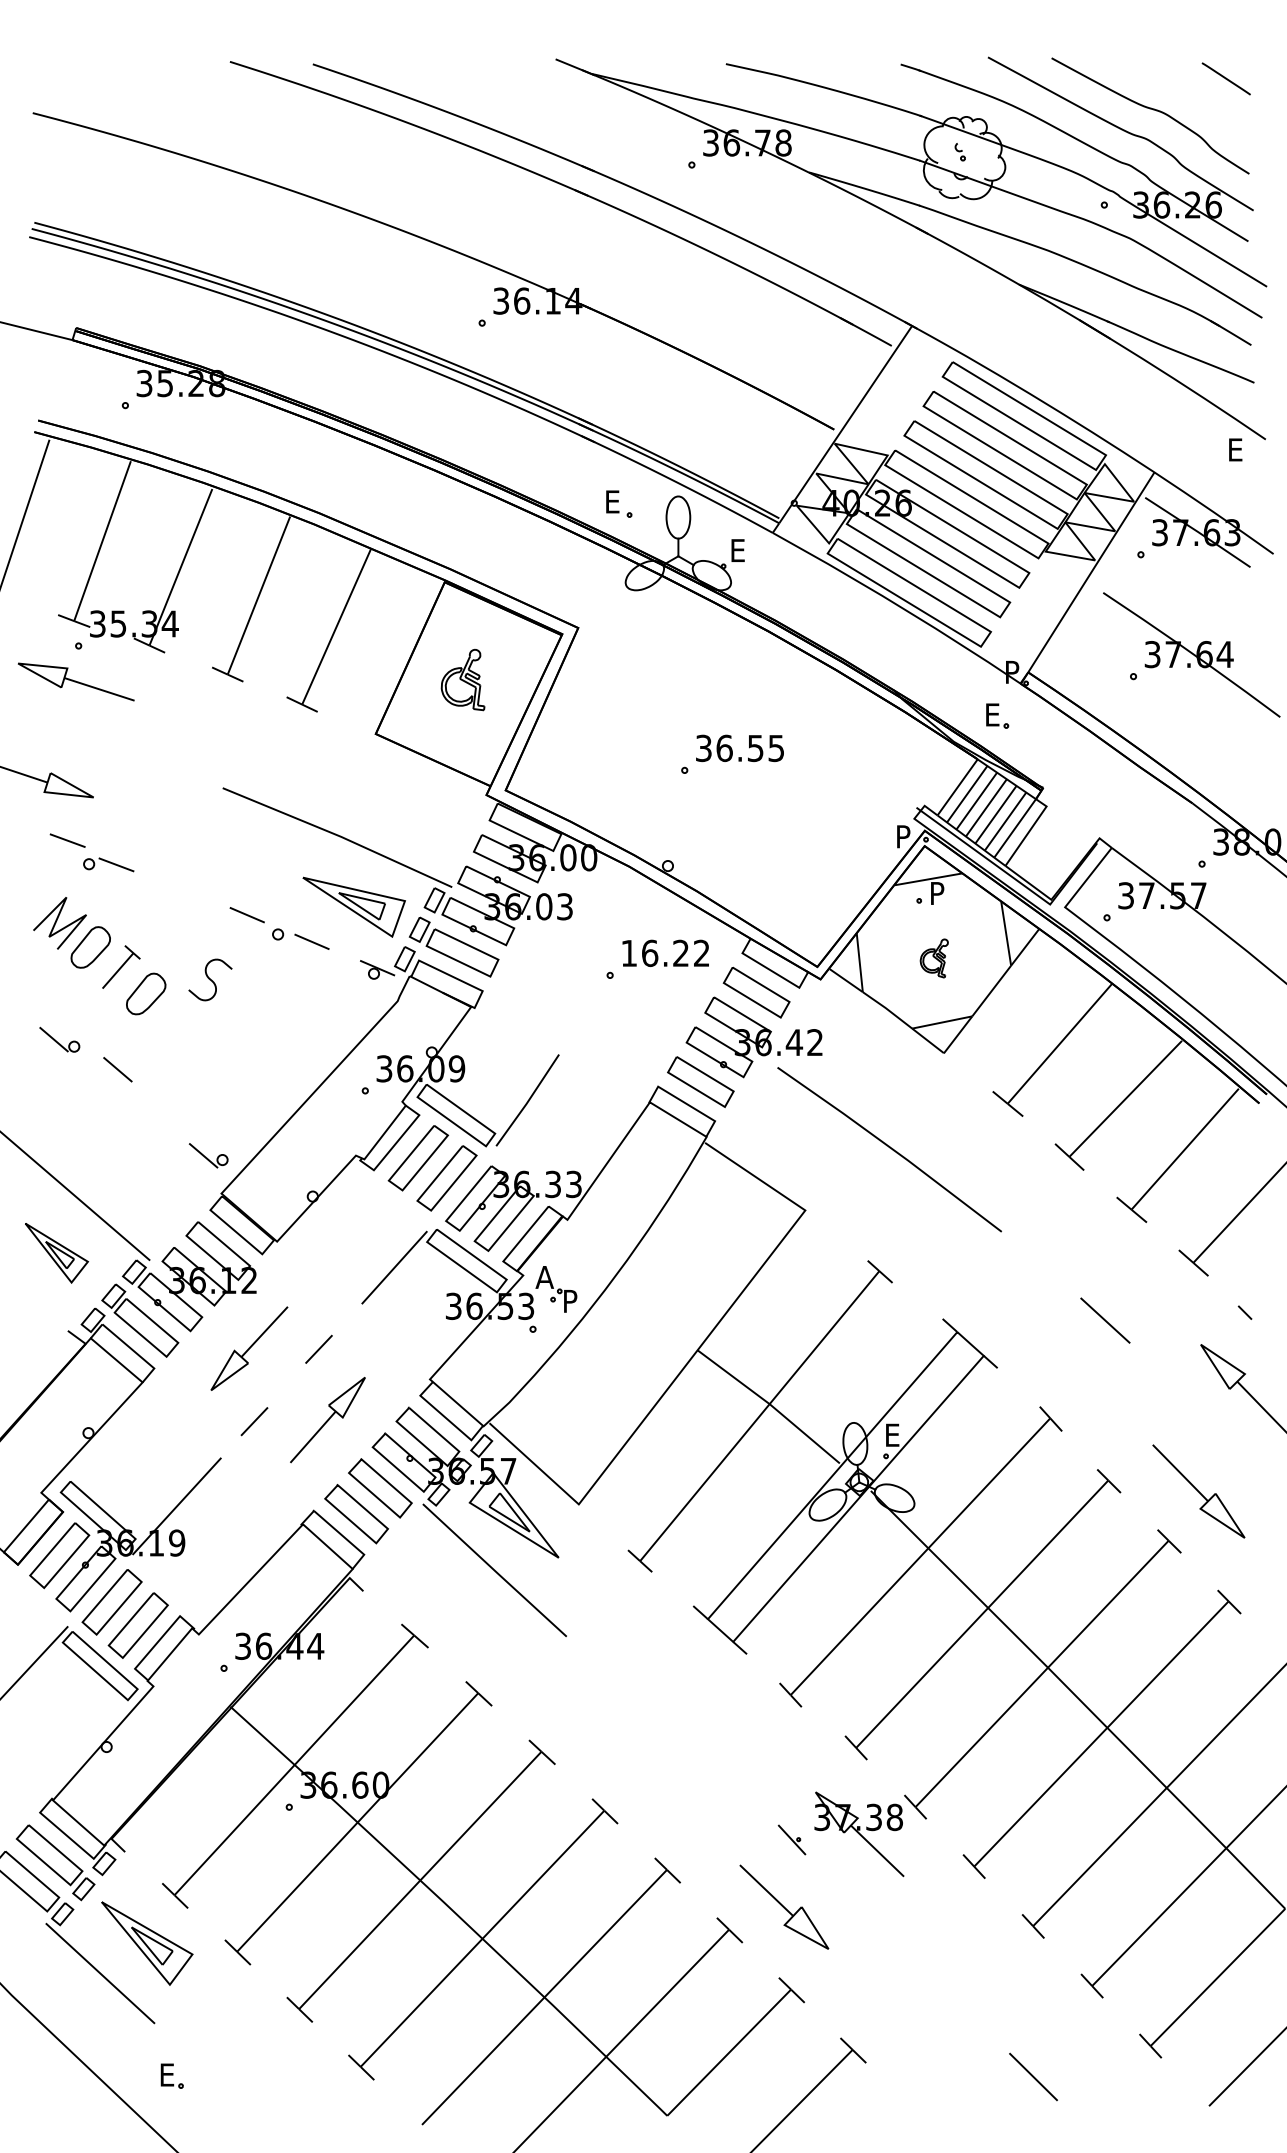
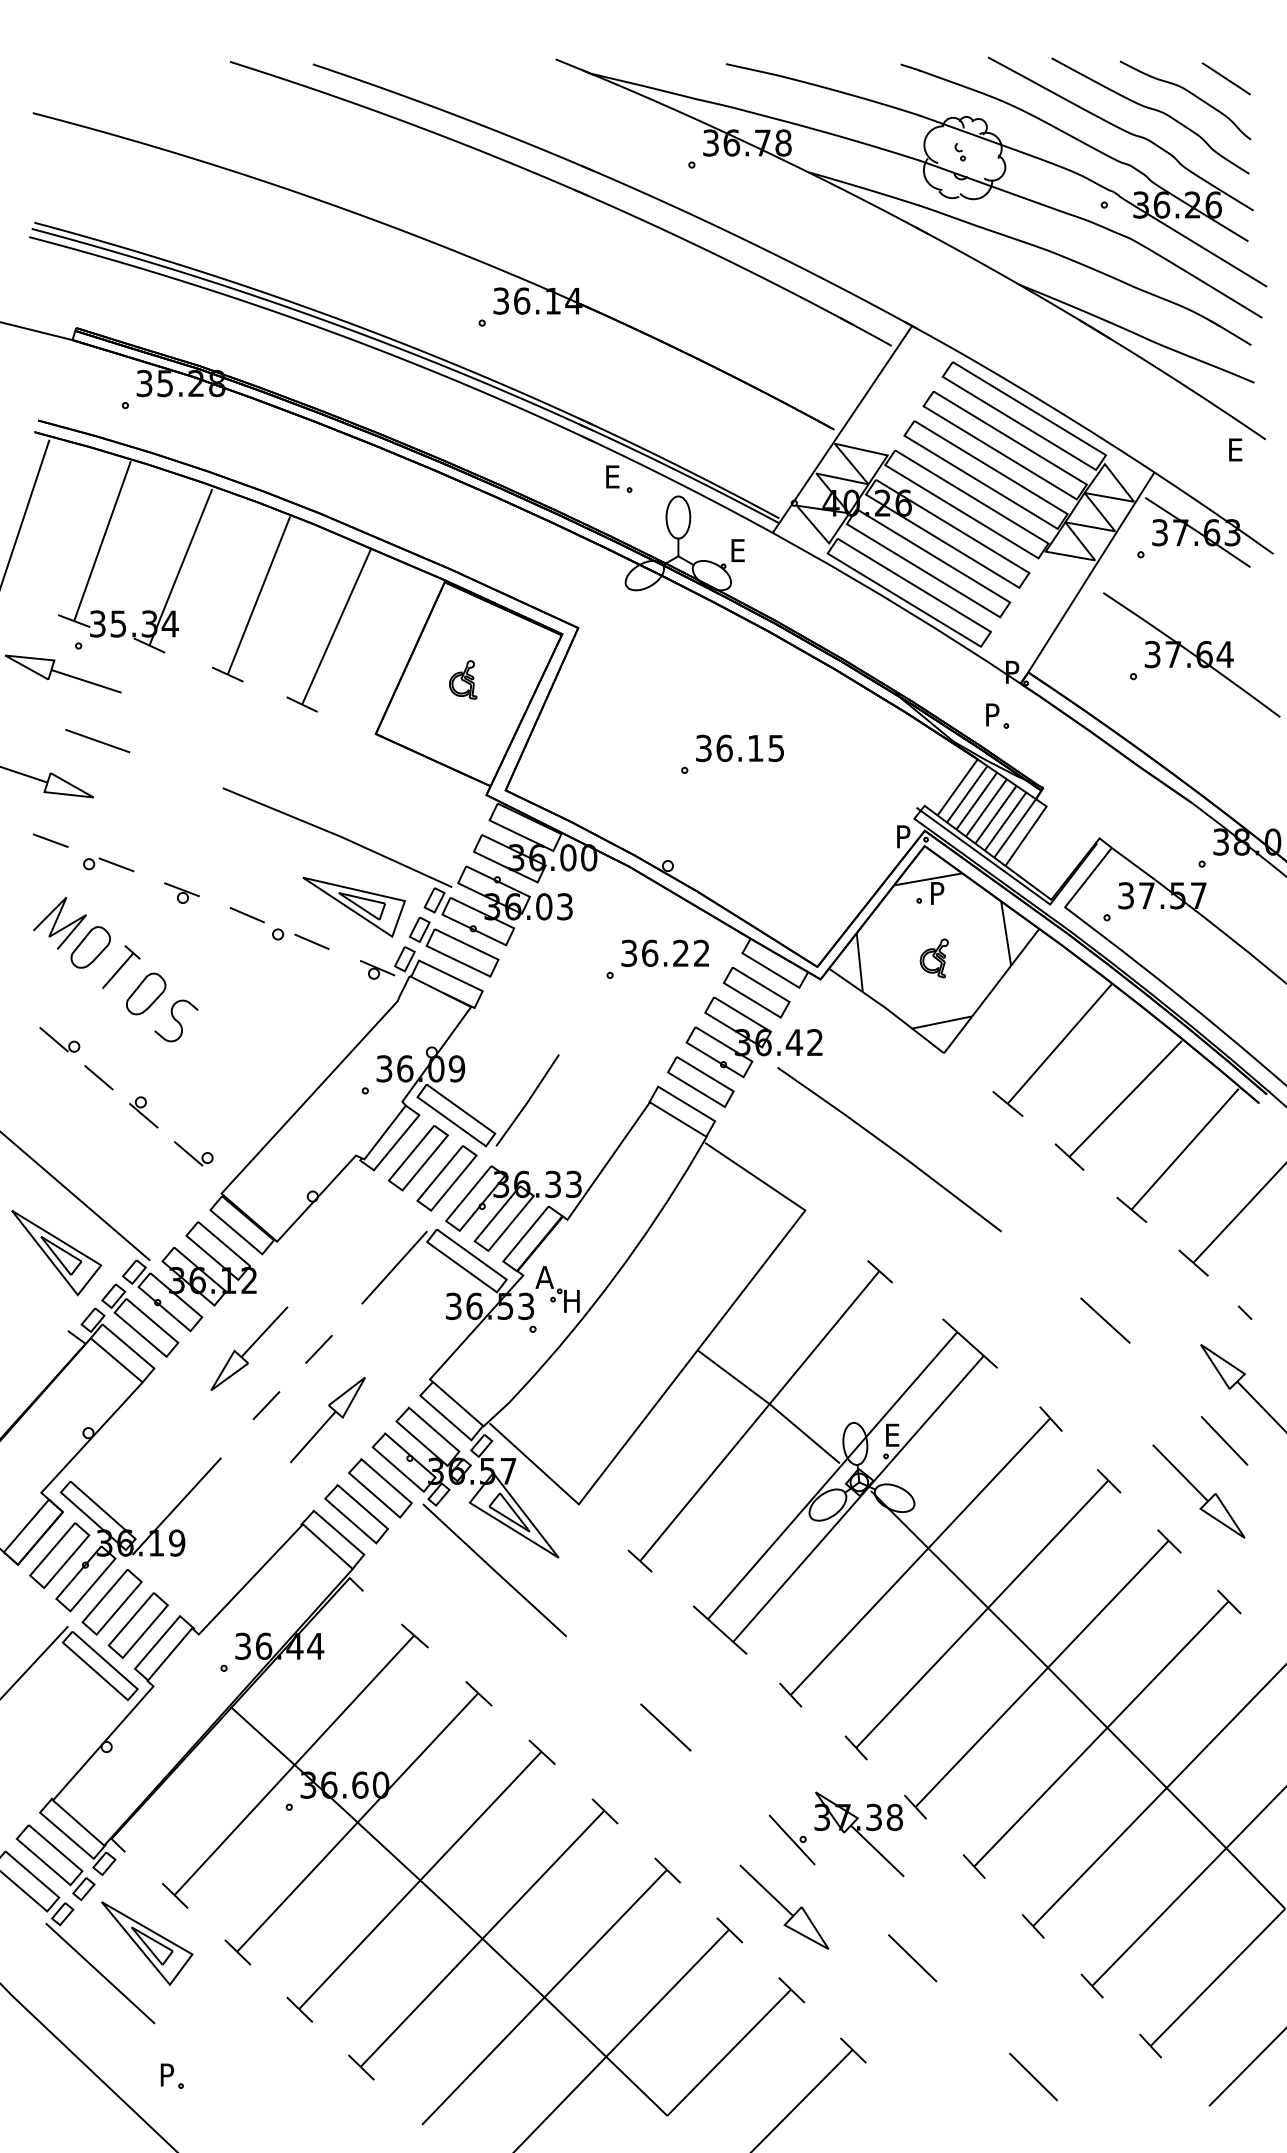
curve at (1189, 93): none -> present
part at (619, 503) position: (619, 503) -> (619, 478)
part at (462, 679) size: 46x64 px -> 29x40 px
part at (75, 681) position: (75, 681) -> (62, 673)
text at (994, 714): E -> P
line at (97, 741): none -> present
text at (755, 748): 36.55 -> 36.15
line at (67, 840) position: (67, 840) -> (50, 840)
part at (181, 892): none -> present
text at (628, 953): 16.22 -> 36.22
curve at (210, 979) position: (210, 979) -> (176, 1020)
line at (117, 1069) position: (117, 1069) -> (98, 1077)
part at (143, 1112): none -> present
part at (208, 1155) position: (208, 1155) -> (193, 1153)
part at (57, 1253) size: 65x61 px -> 92x87 px
text at (572, 1301): P -> H
line at (254, 1421) position: (254, 1421) -> (266, 1405)
line at (1224, 1440): none -> present
line at (665, 1727): none -> present
part at (791, 1839) size: 30x32 px -> 48x52 px
line at (912, 1958): none -> present
text at (168, 2074): E -> P
